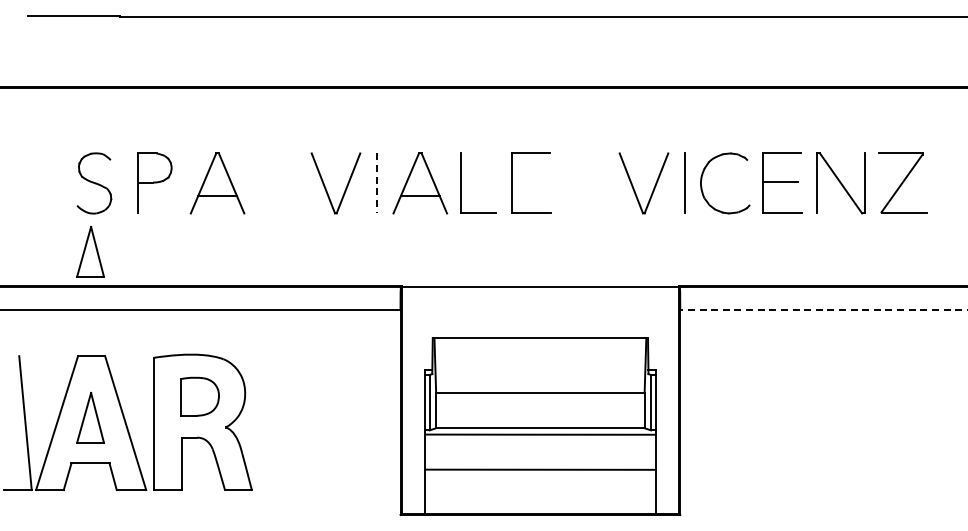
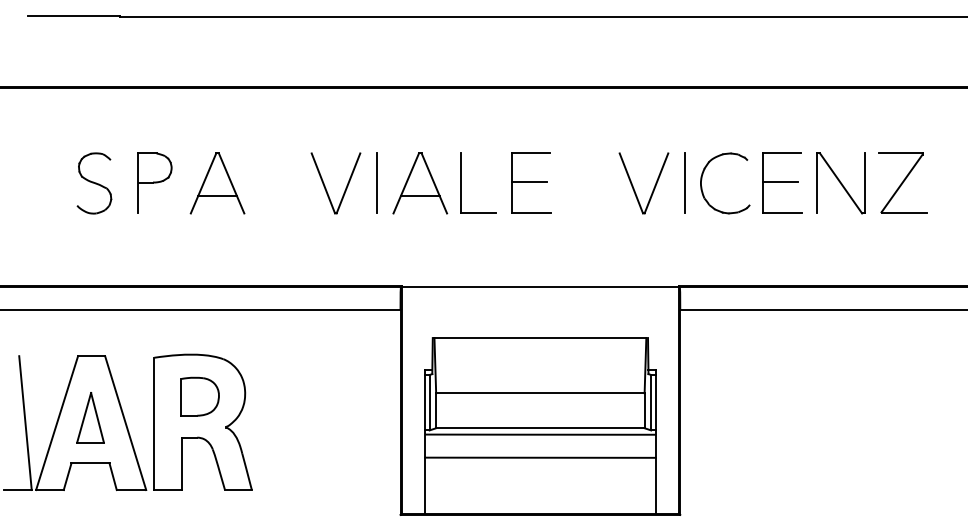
line at (529, 181): none -> present
line at (376, 183): dashed -> solid
part at (90, 251): present -> none
line at (823, 309): dashed -> solid
line at (540, 469) position: (540, 469) -> (540, 457)
